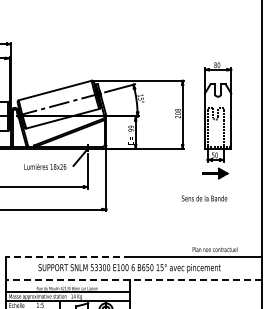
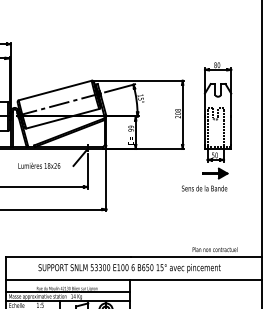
text at (45, 166) position: (45, 166) -> (39, 165)
text at (204, 198) position: (204, 198) -> (204, 188)
line at (68, 256): dashed -> solid
line at (133, 280): dashed -> solid
